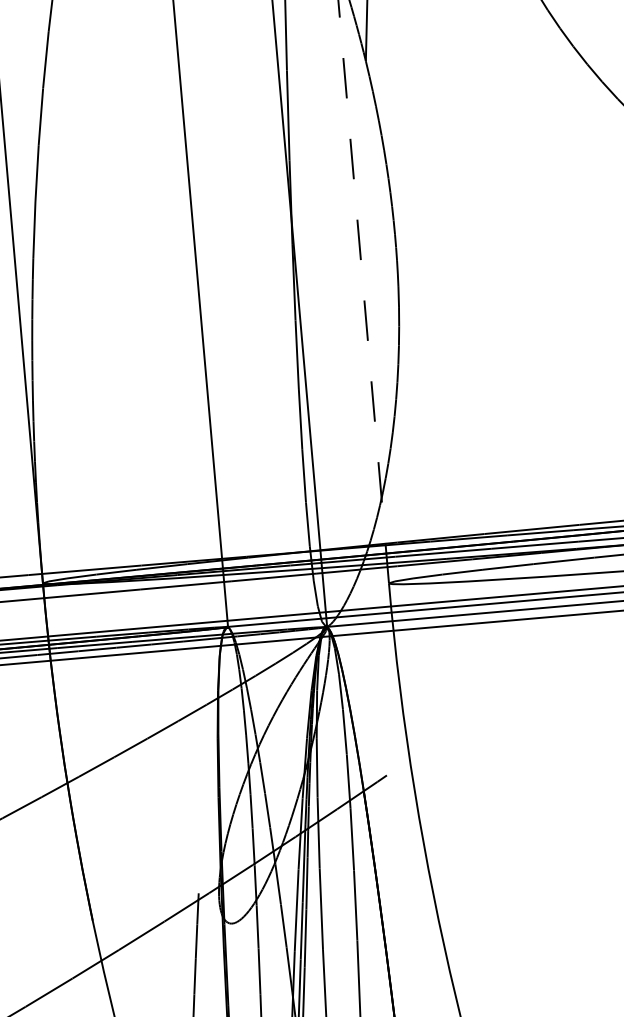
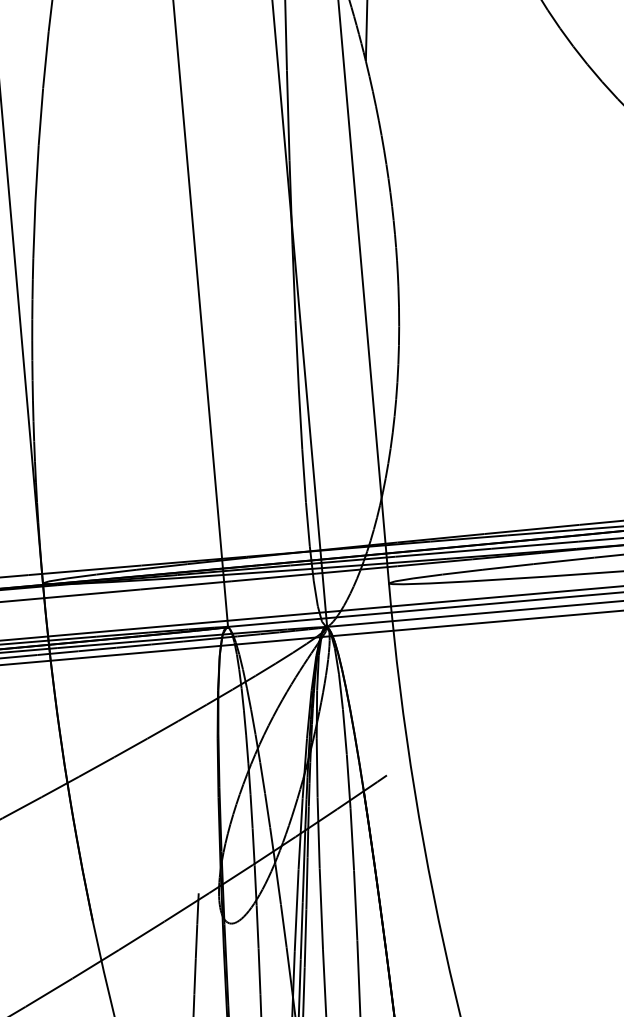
line at (363, 291): dashed -> solid
